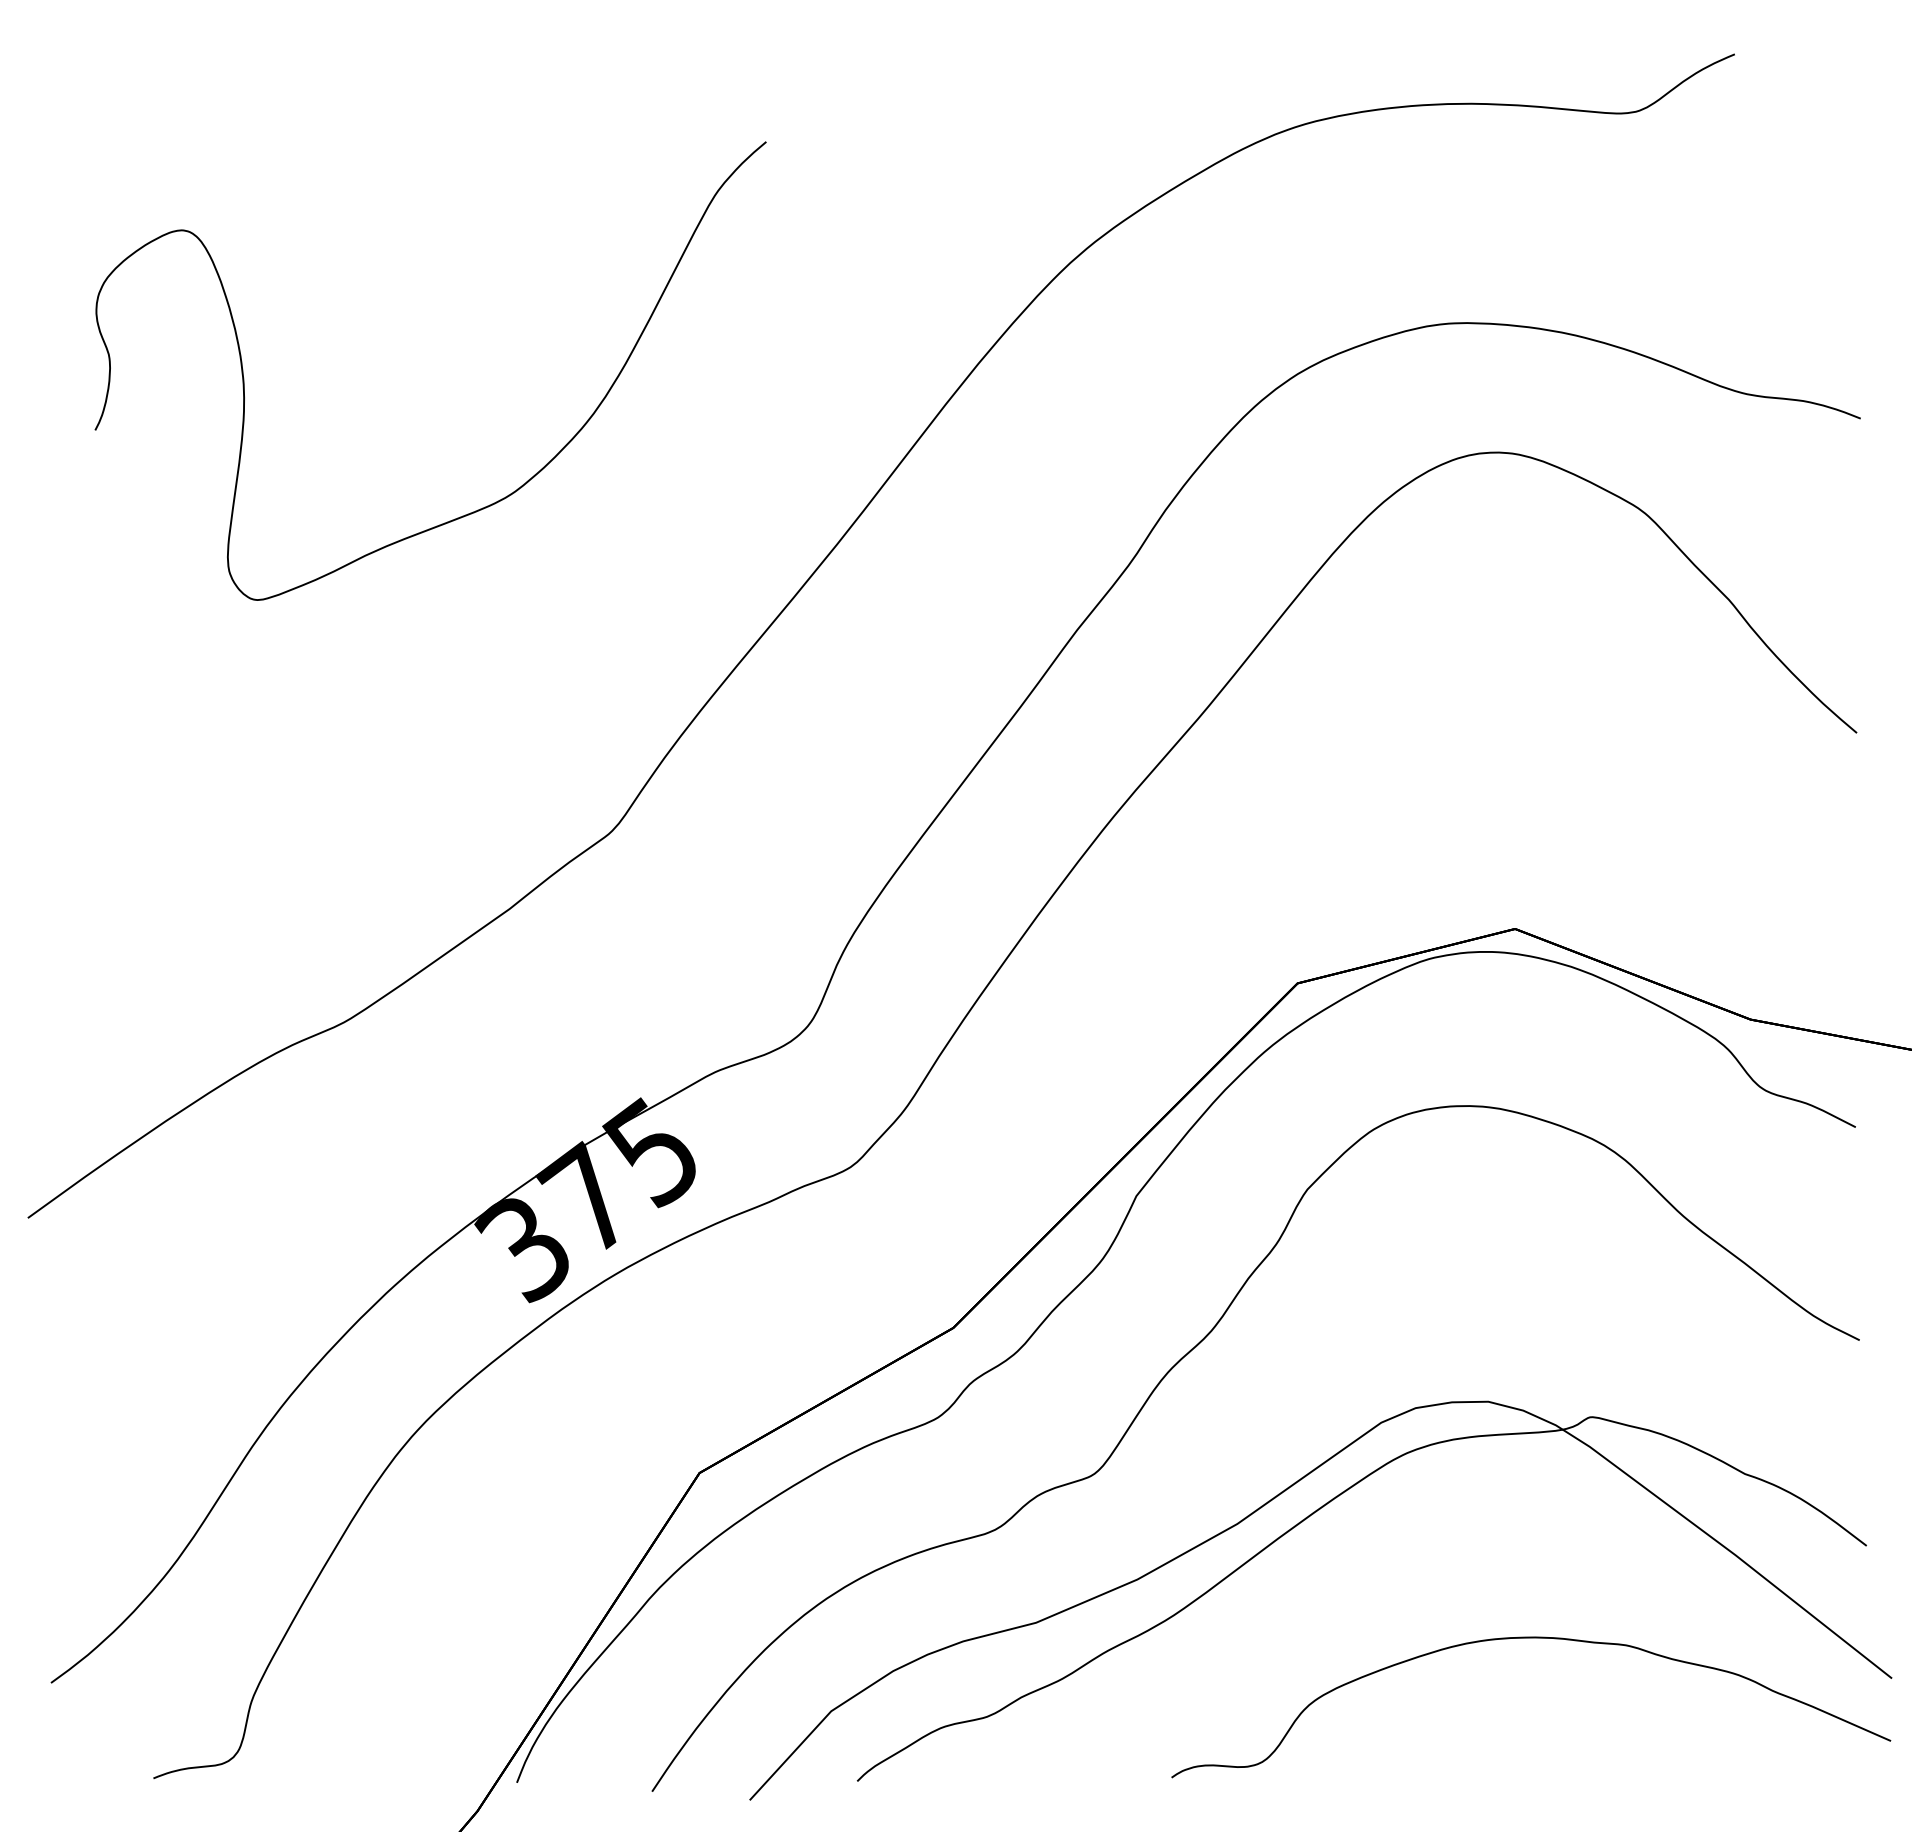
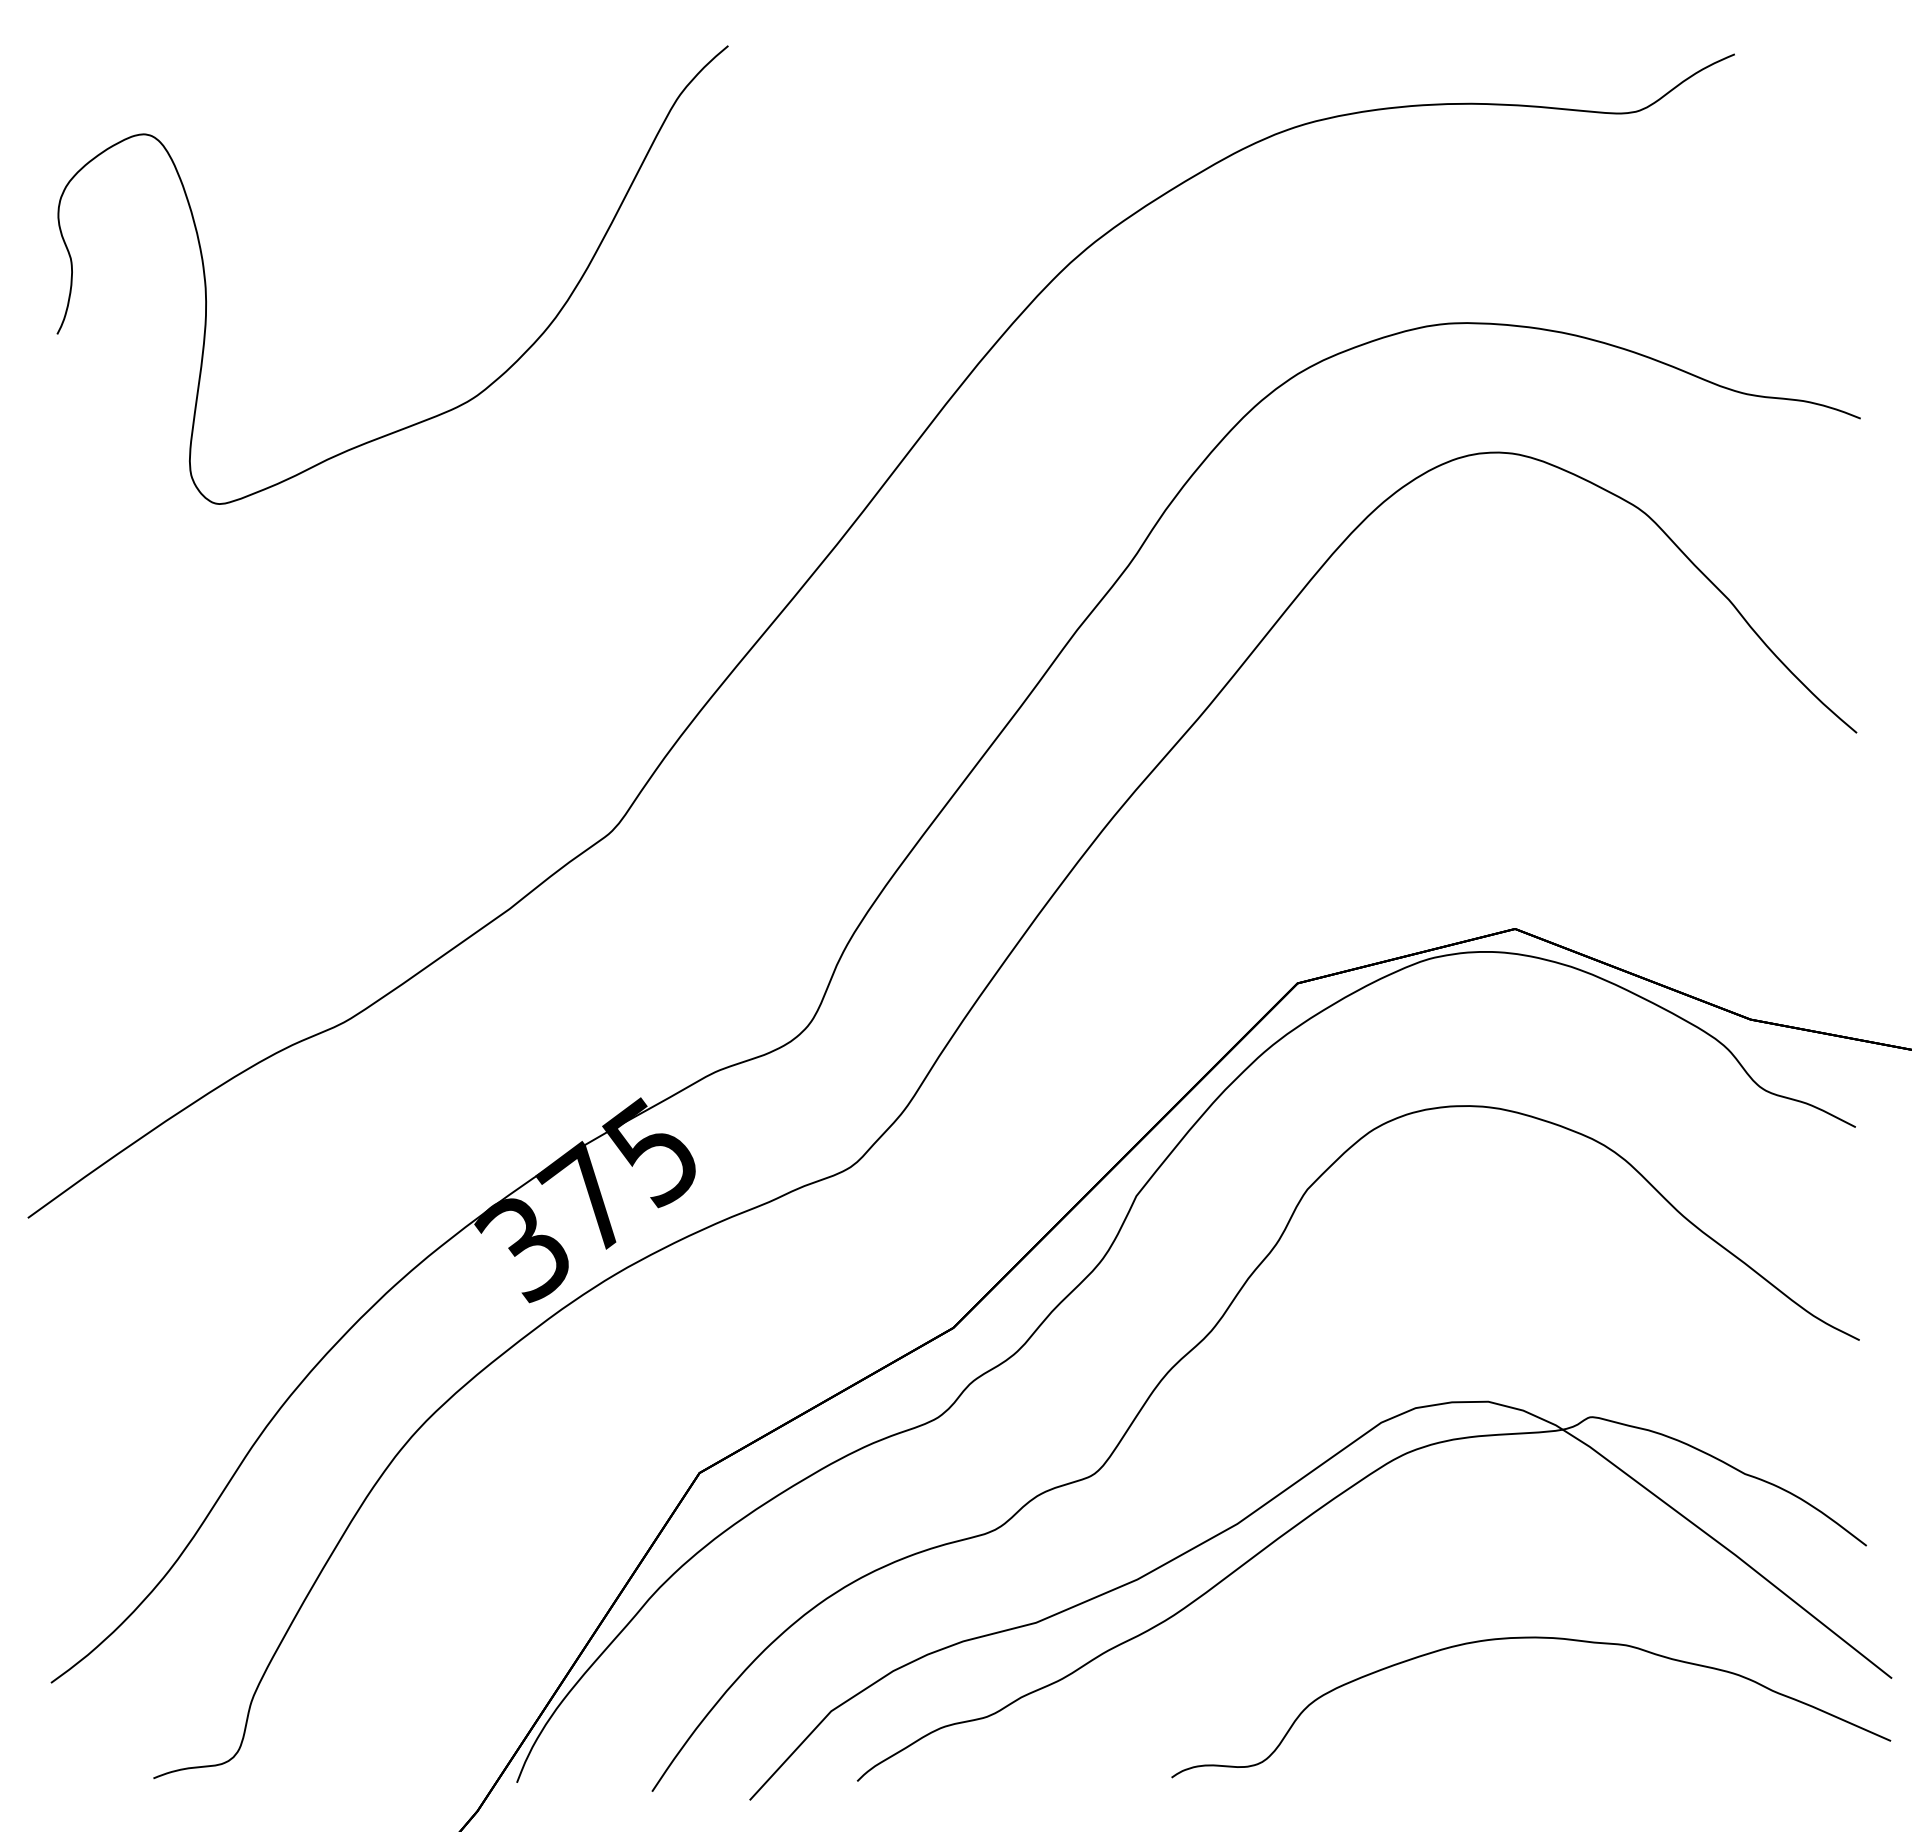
curve at (499, 499) position: (499, 499) -> (461, 403)
